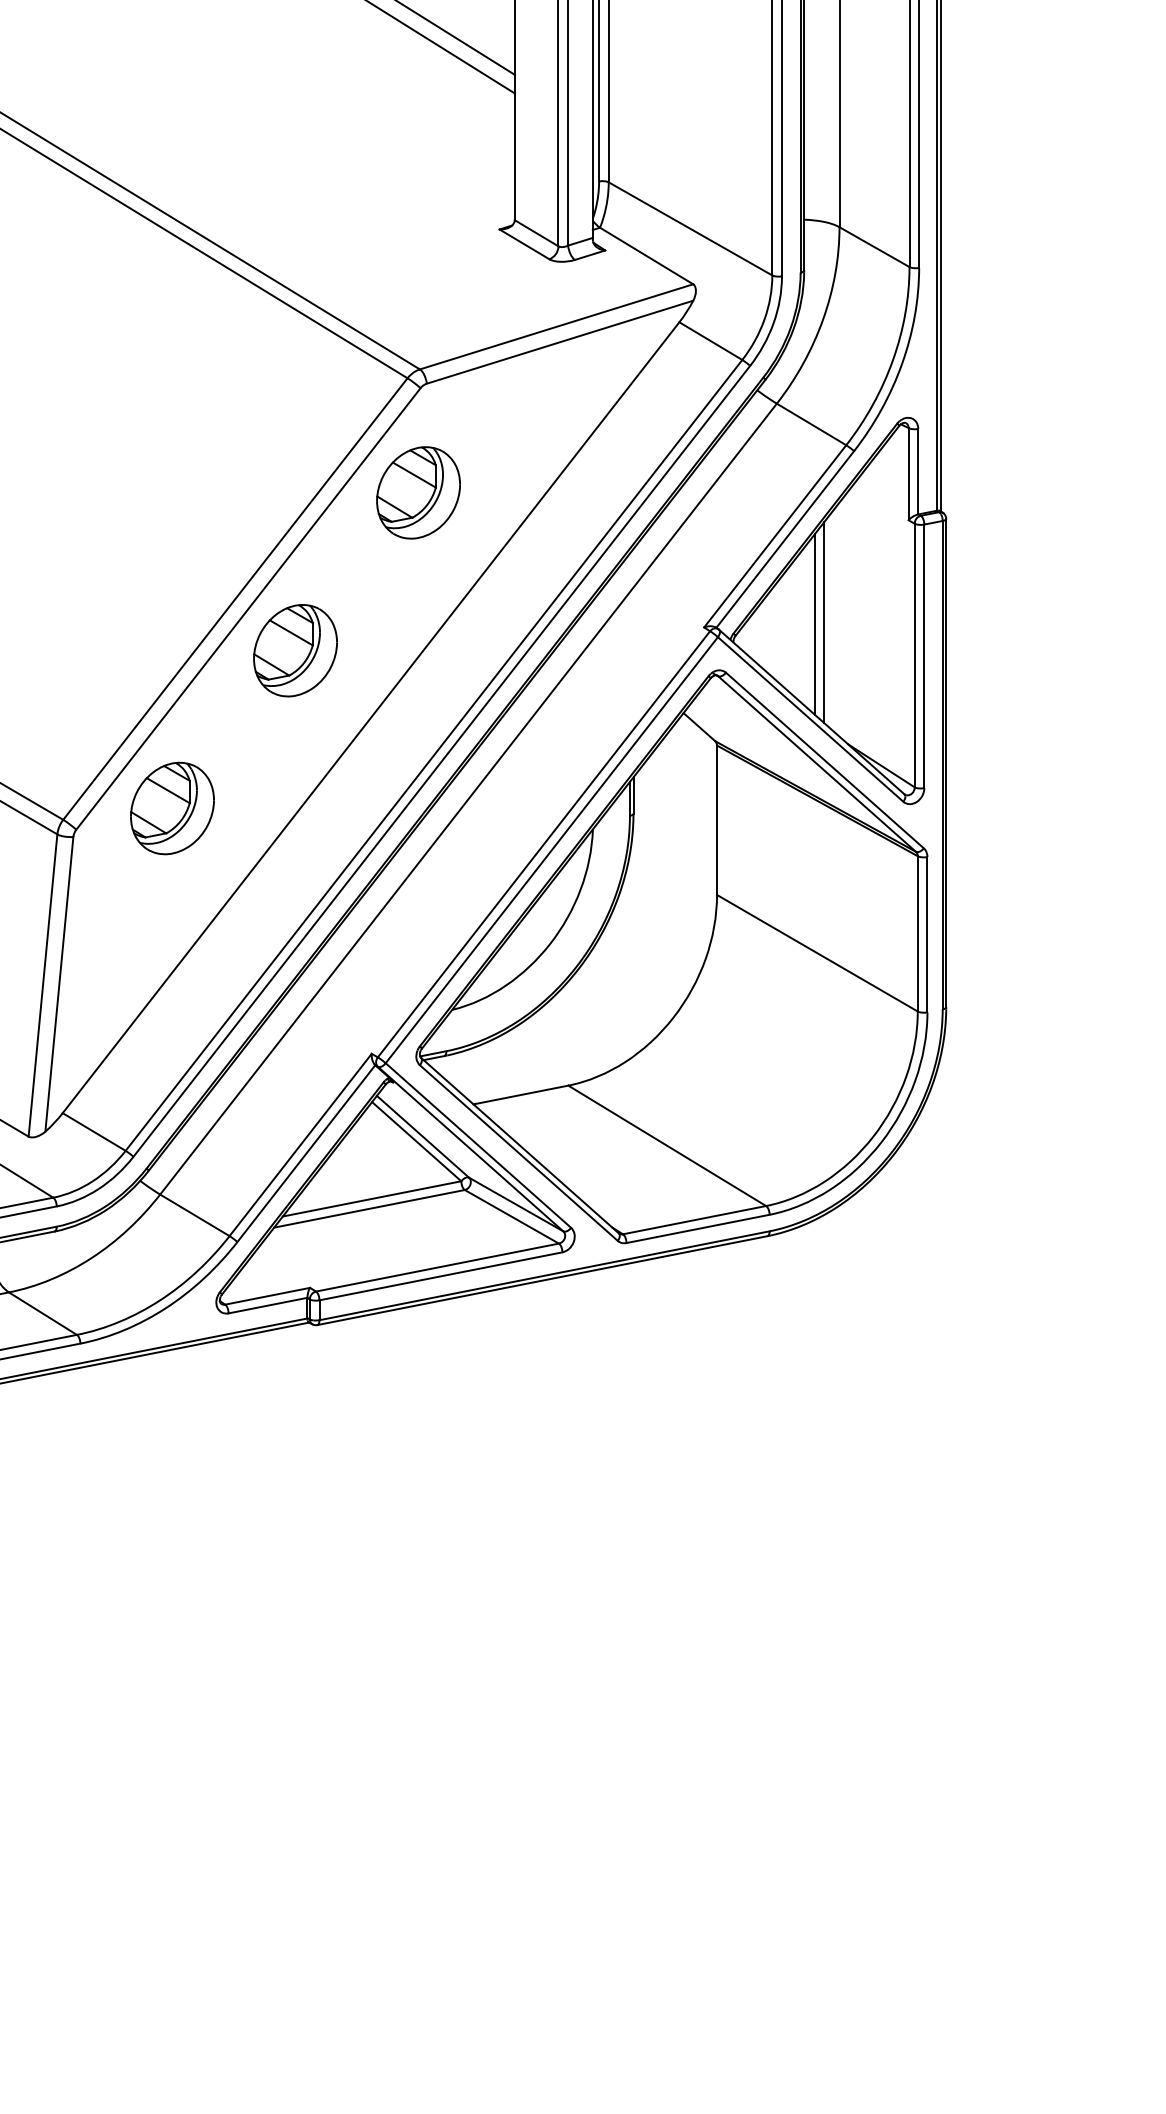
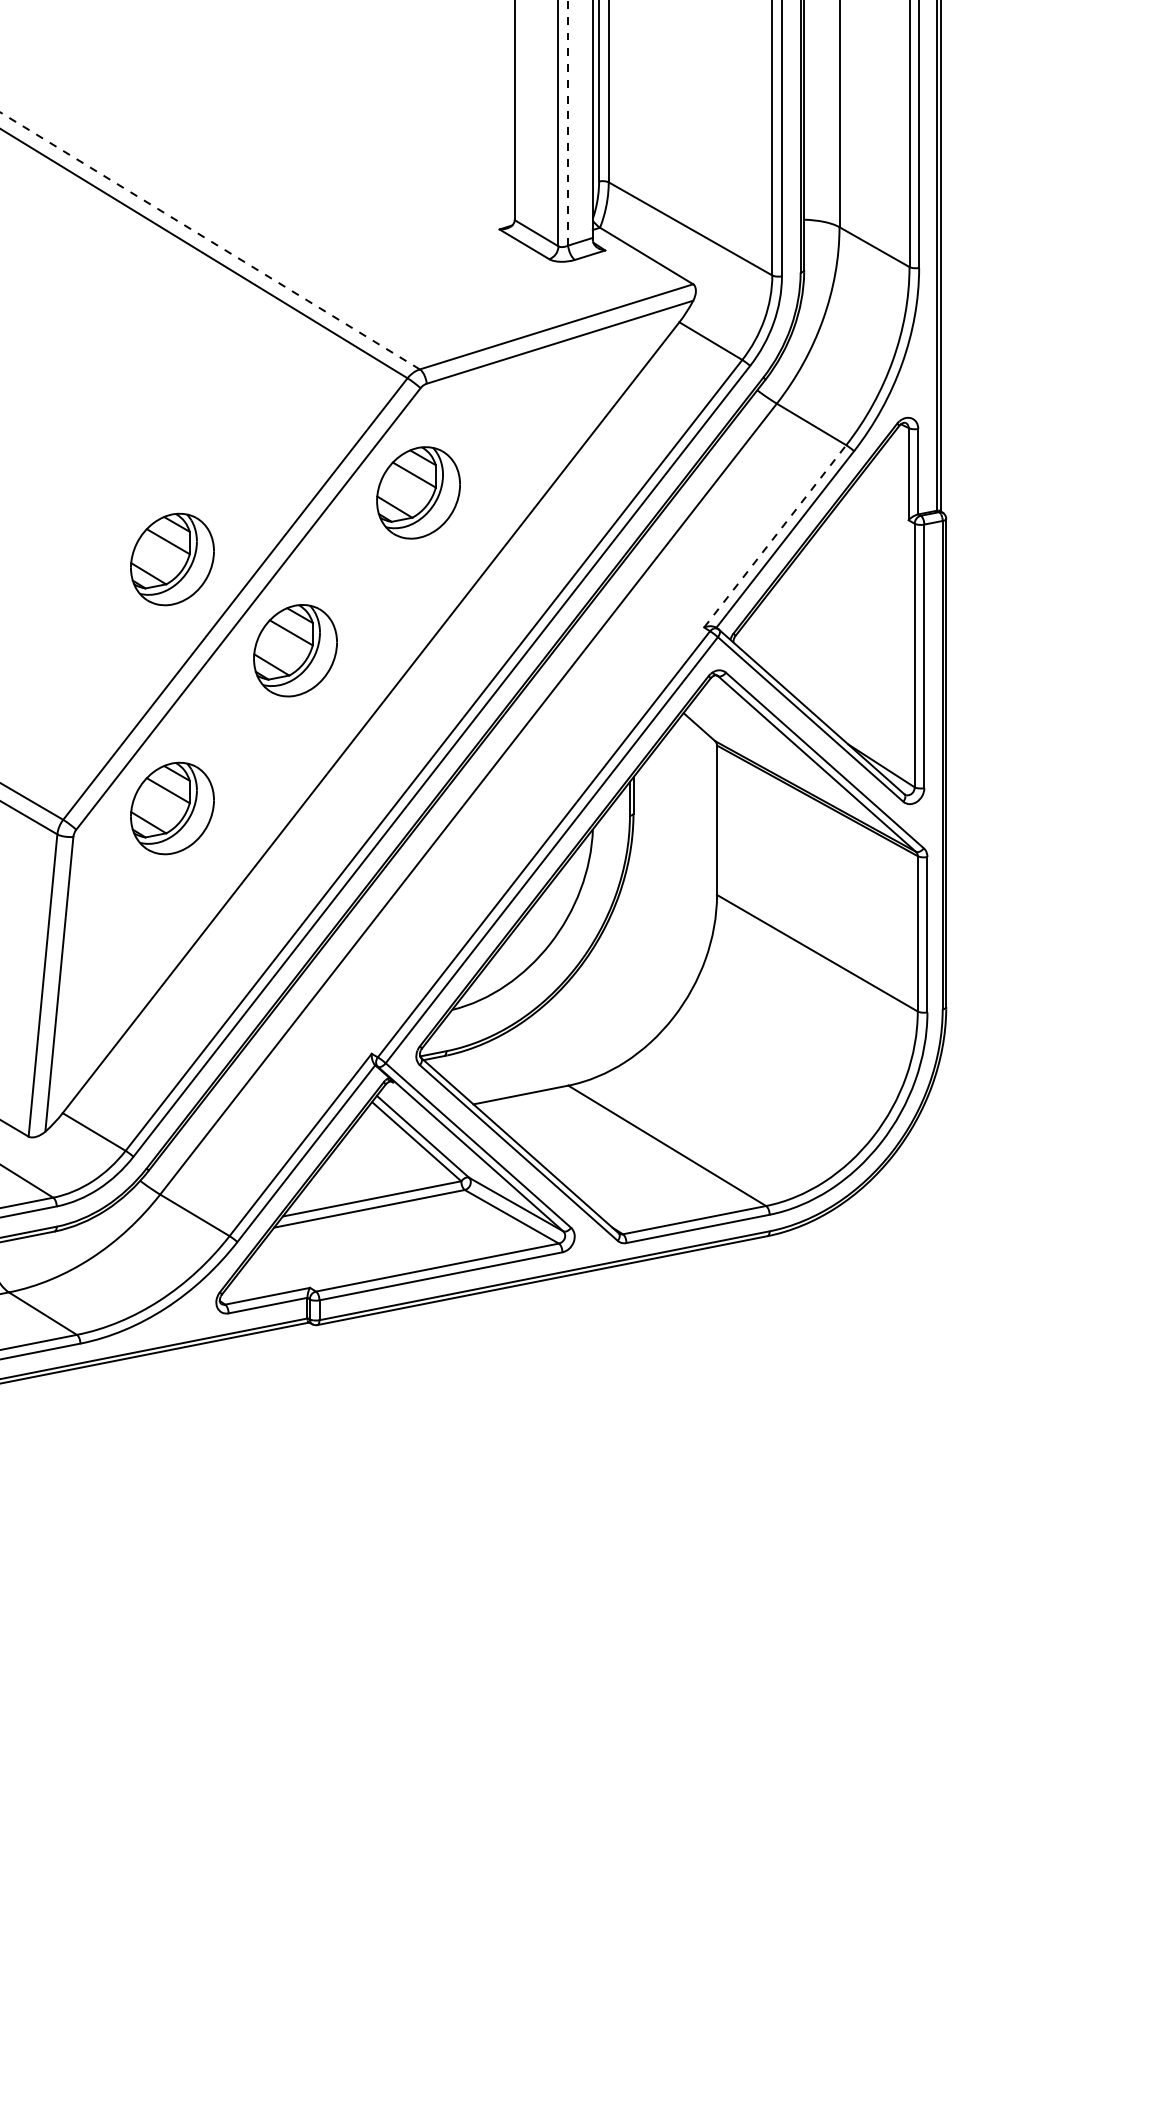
line at (456, 38): present -> none
line at (441, 47): present -> none
line at (568, 122): solid -> dashed
line at (210, 240): solid -> dashed
line at (775, 536): solid -> dashed
part at (172, 559): none -> present
line at (824, 622): present -> none
line at (814, 624): present -> none
